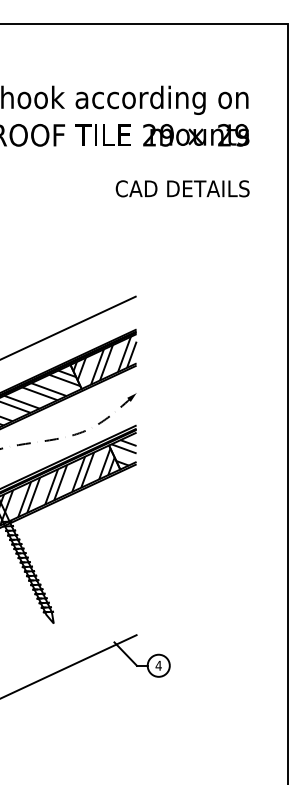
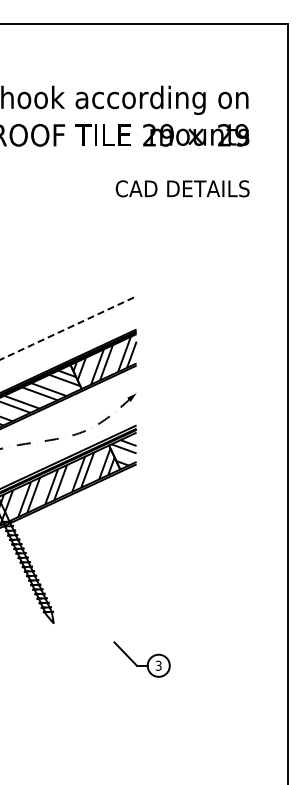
line at (68, 327): solid -> dashed
text at (158, 665): 4 -> 3
line at (69, 666): present -> none
